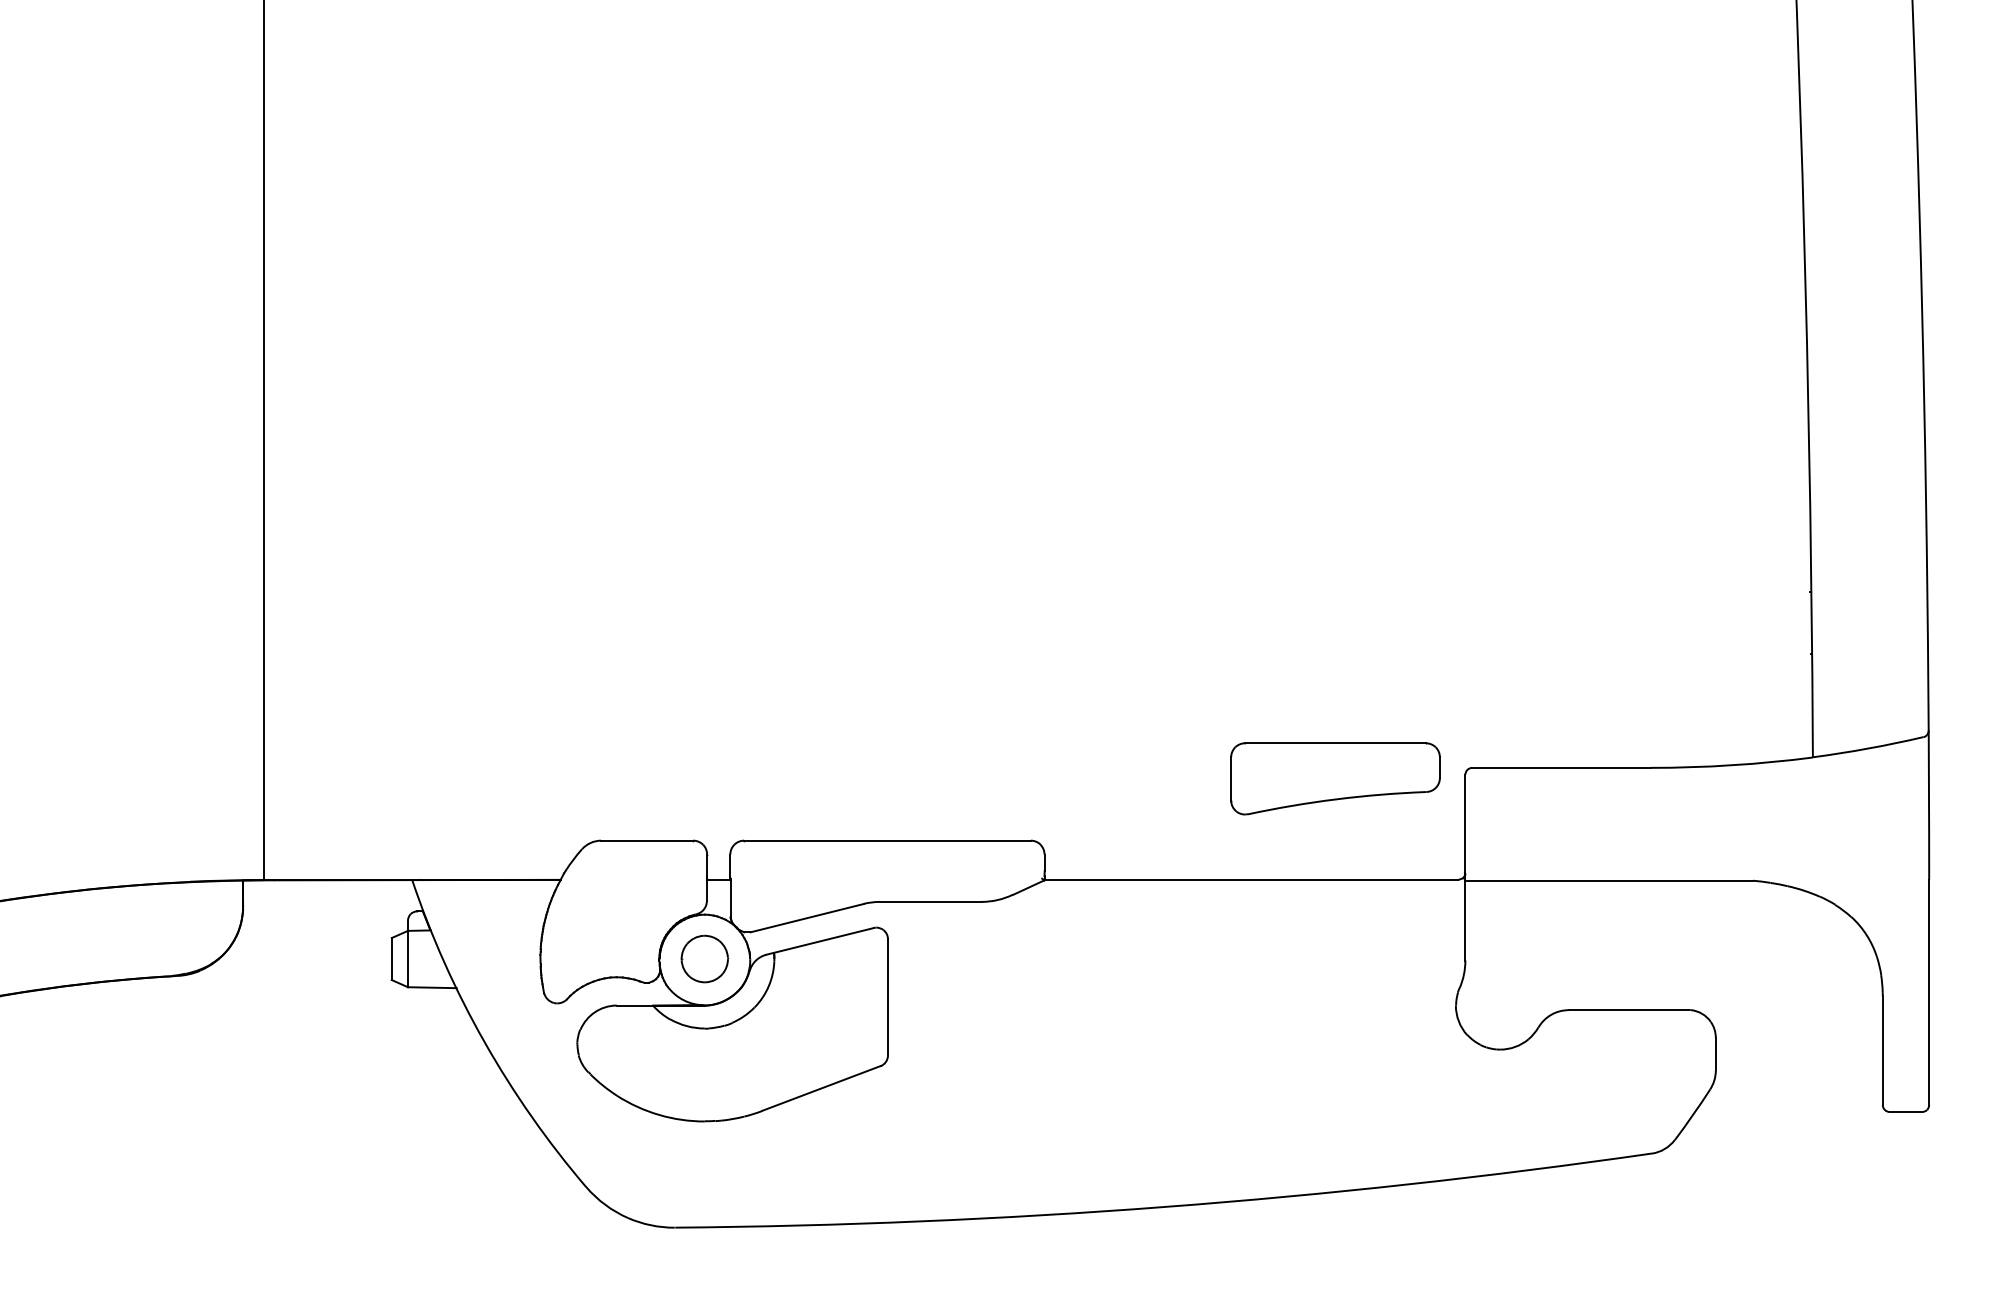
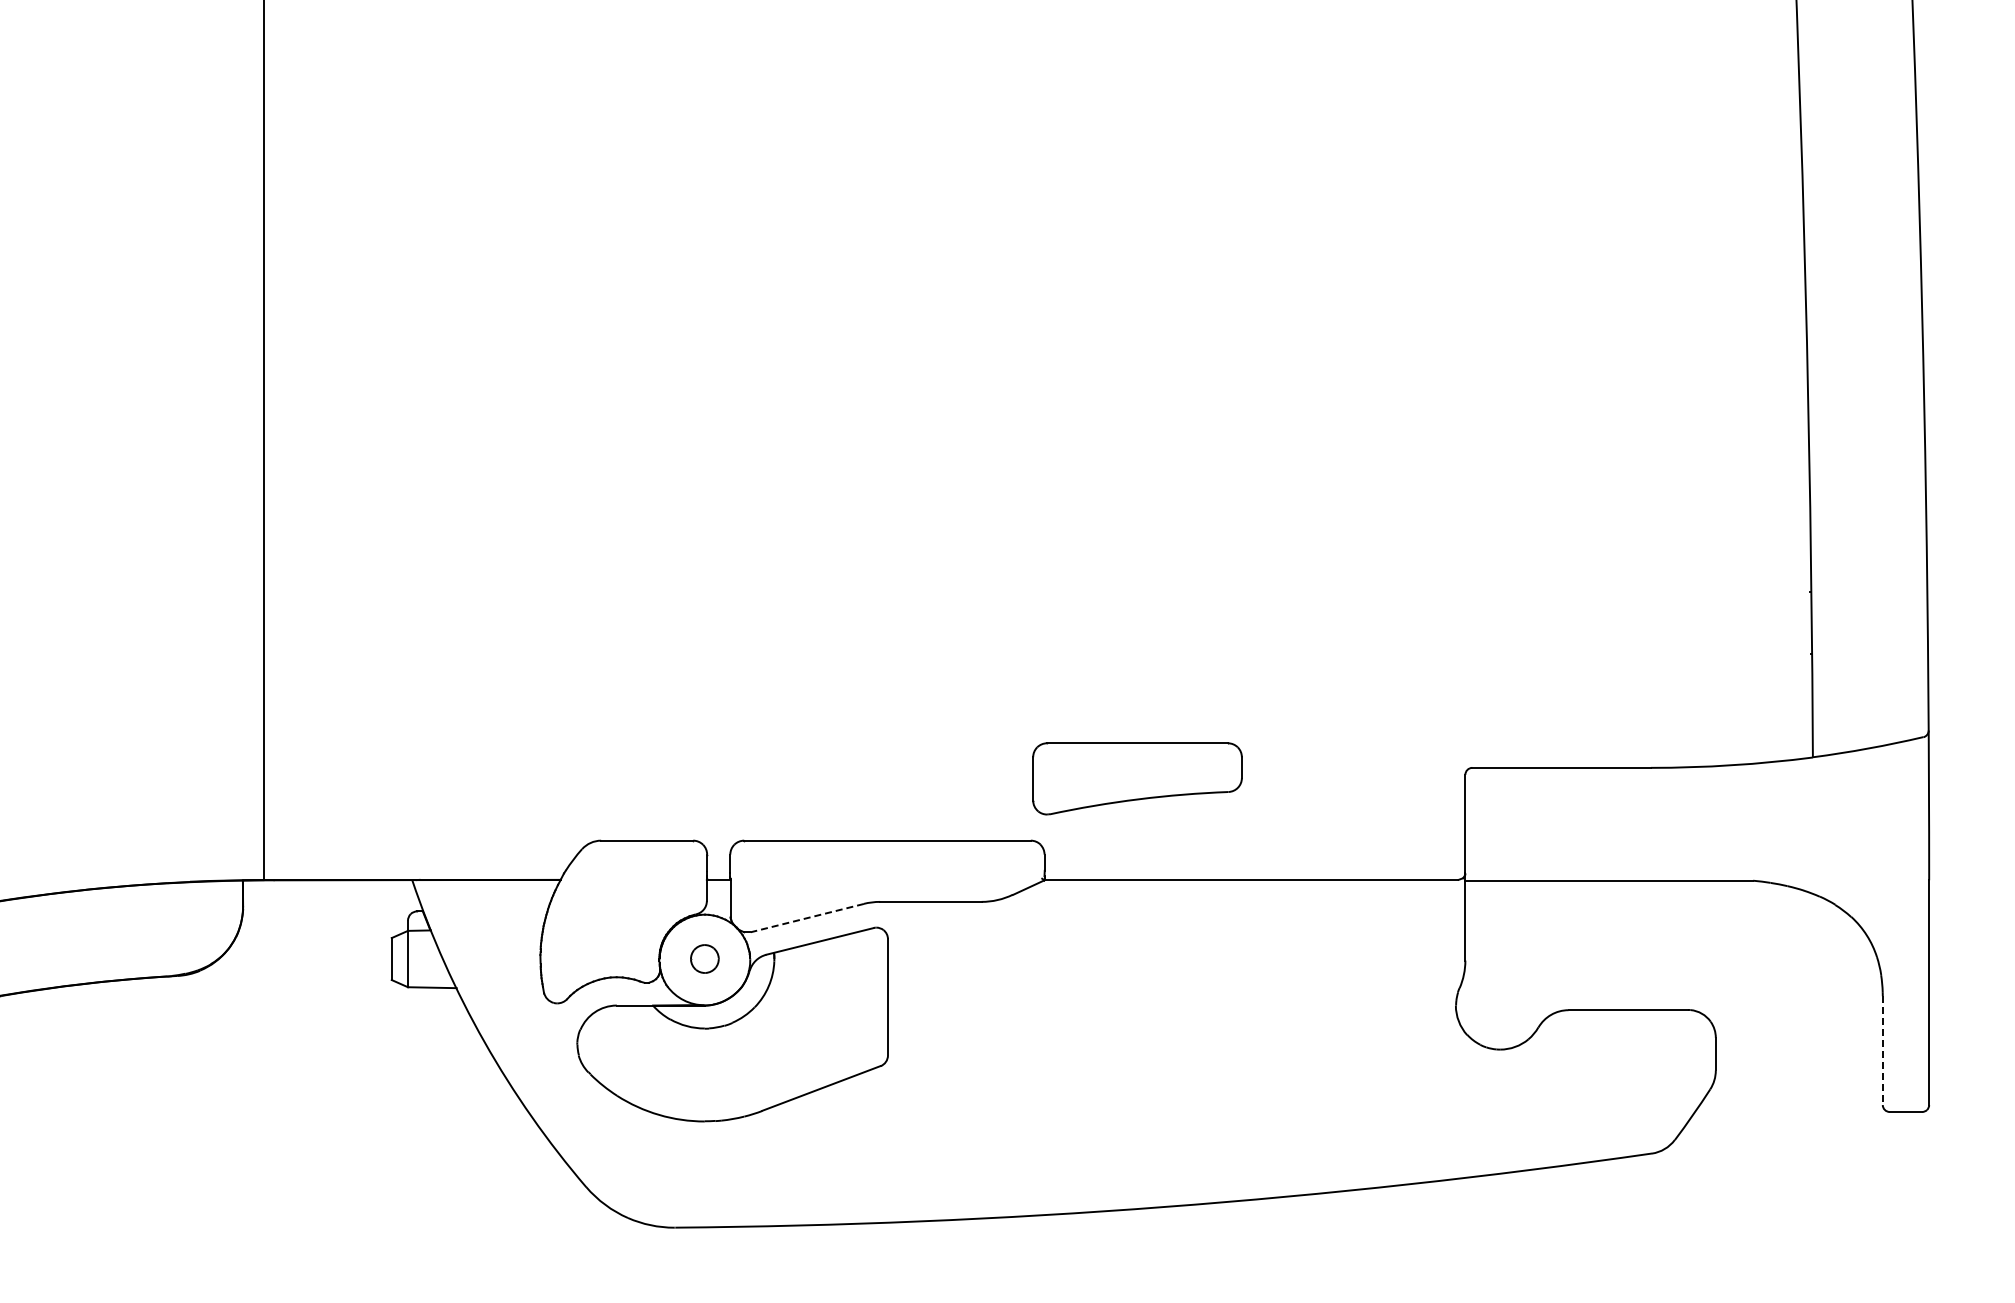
part at (1335, 778) position: (1335, 778) -> (1137, 778)
line at (806, 918): solid -> dashed
part at (704, 958) size: 50x50 px -> 30x30 px
line at (1882, 1051): solid -> dashed
